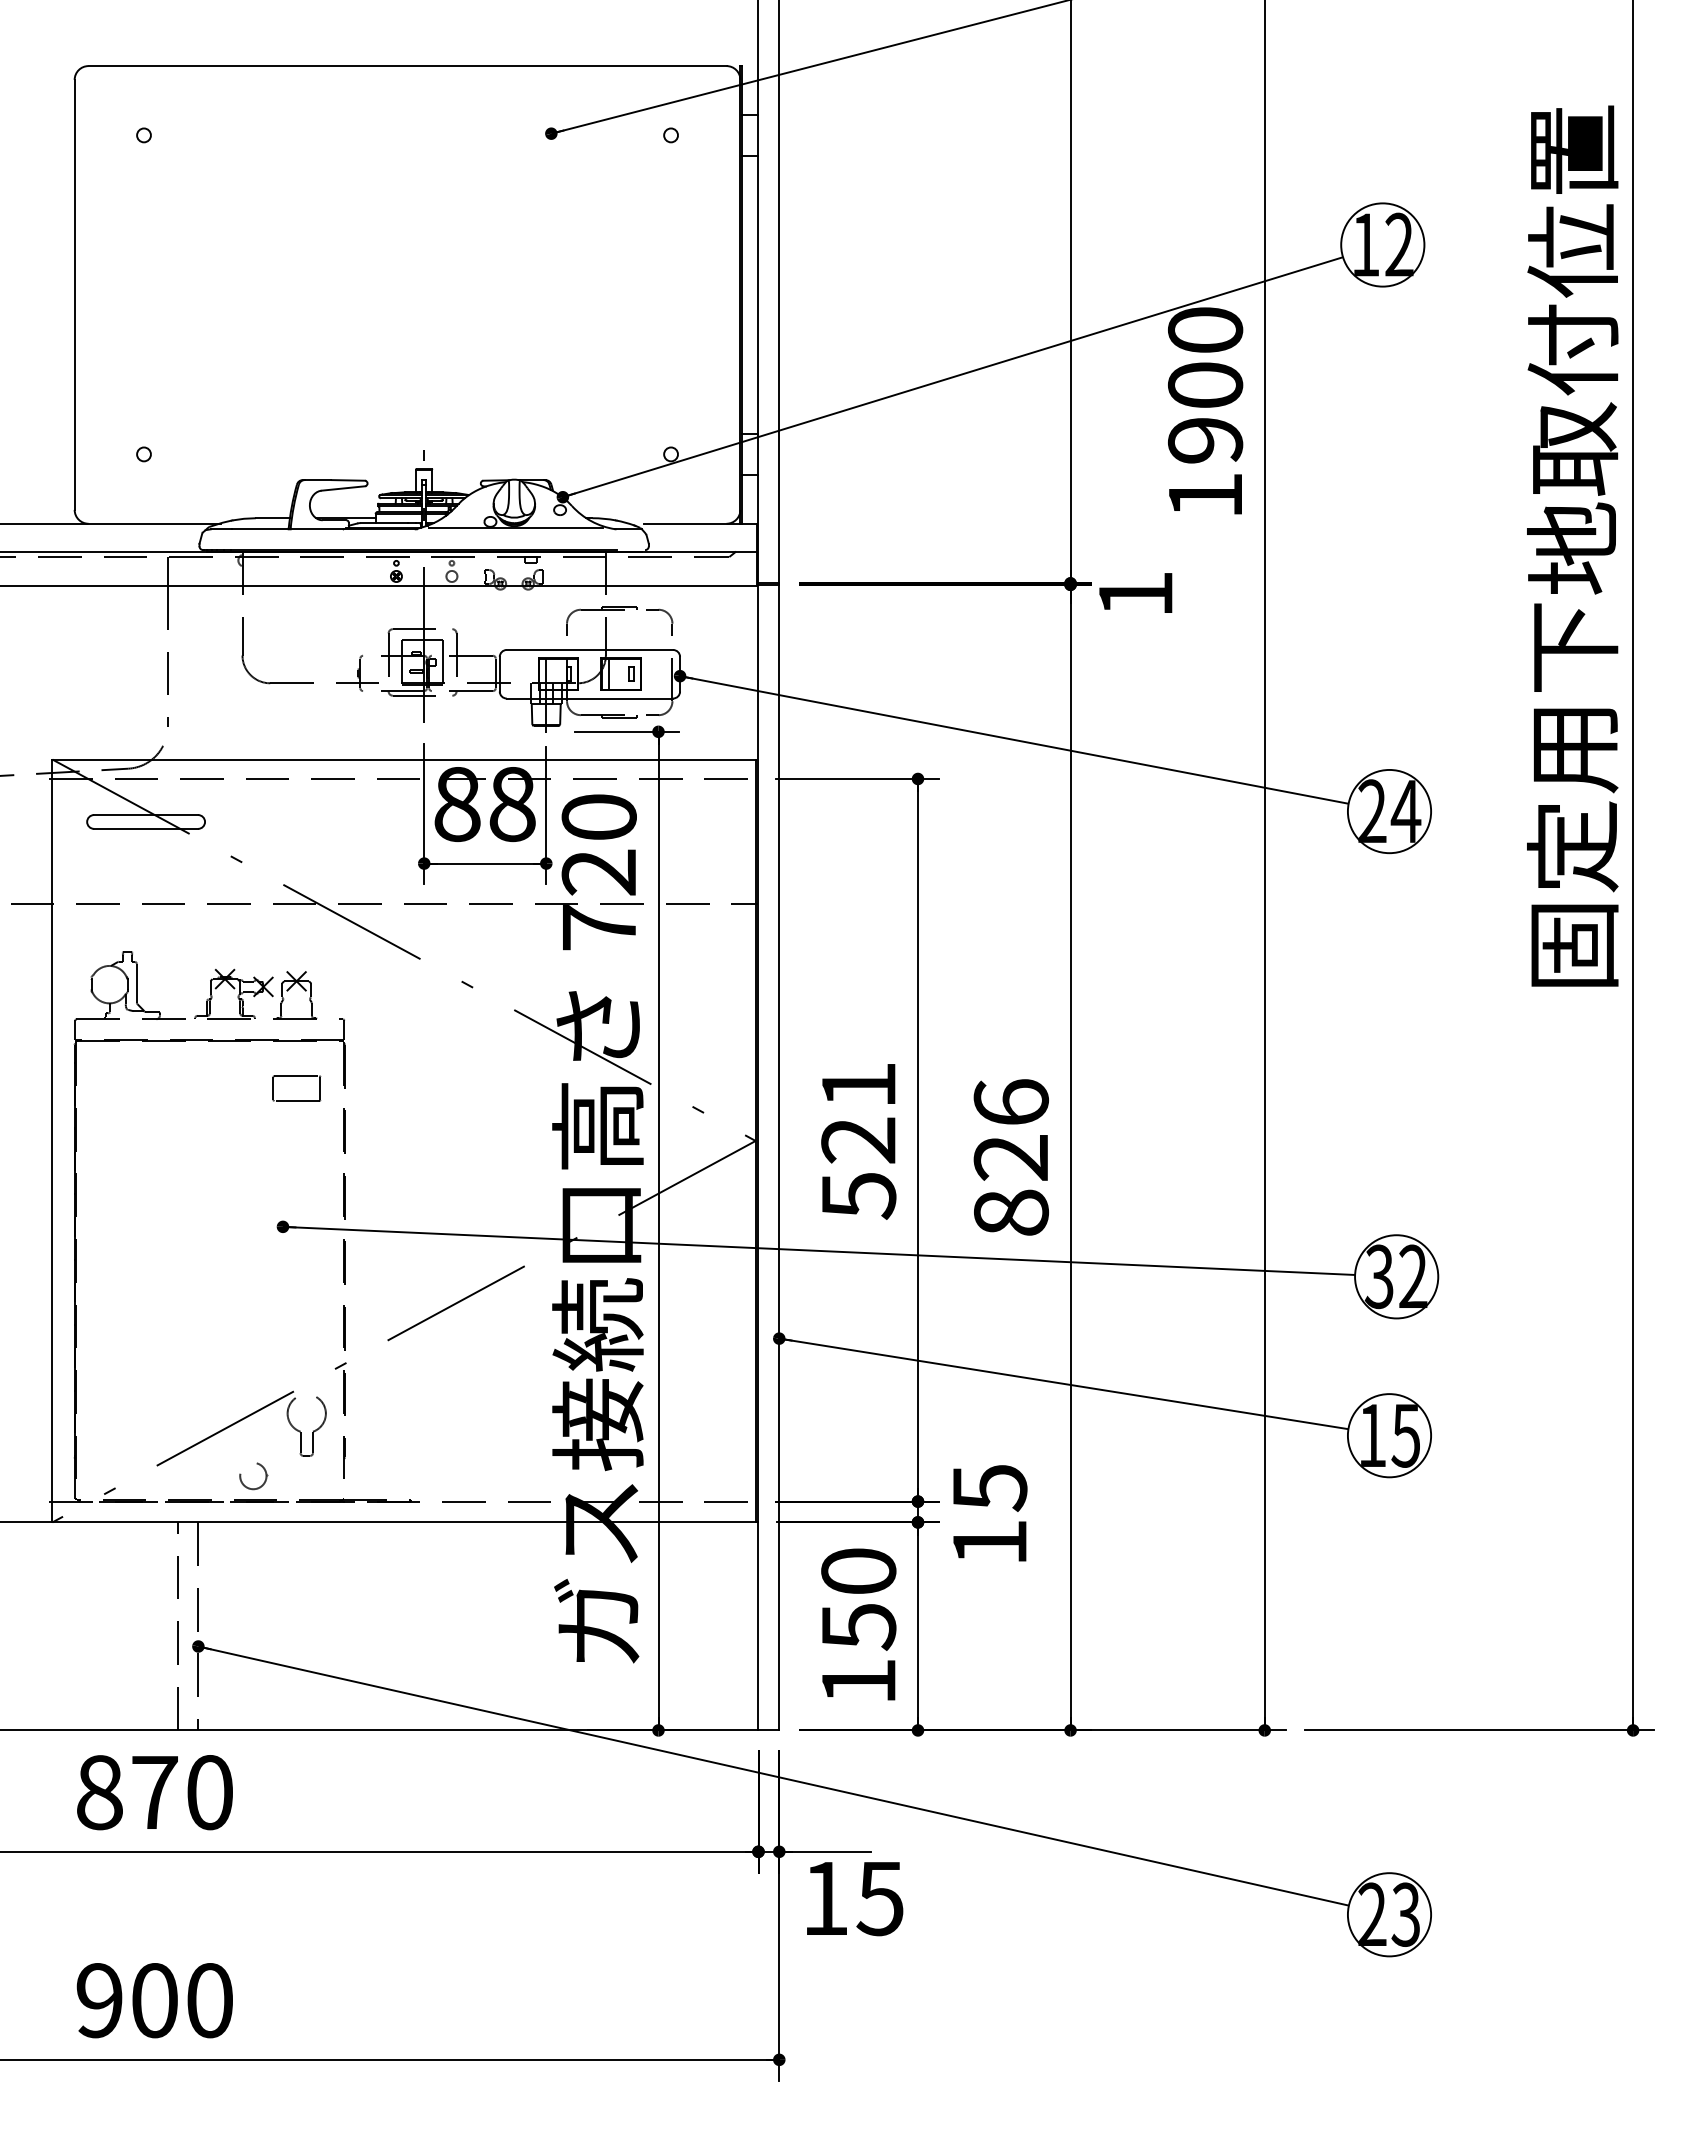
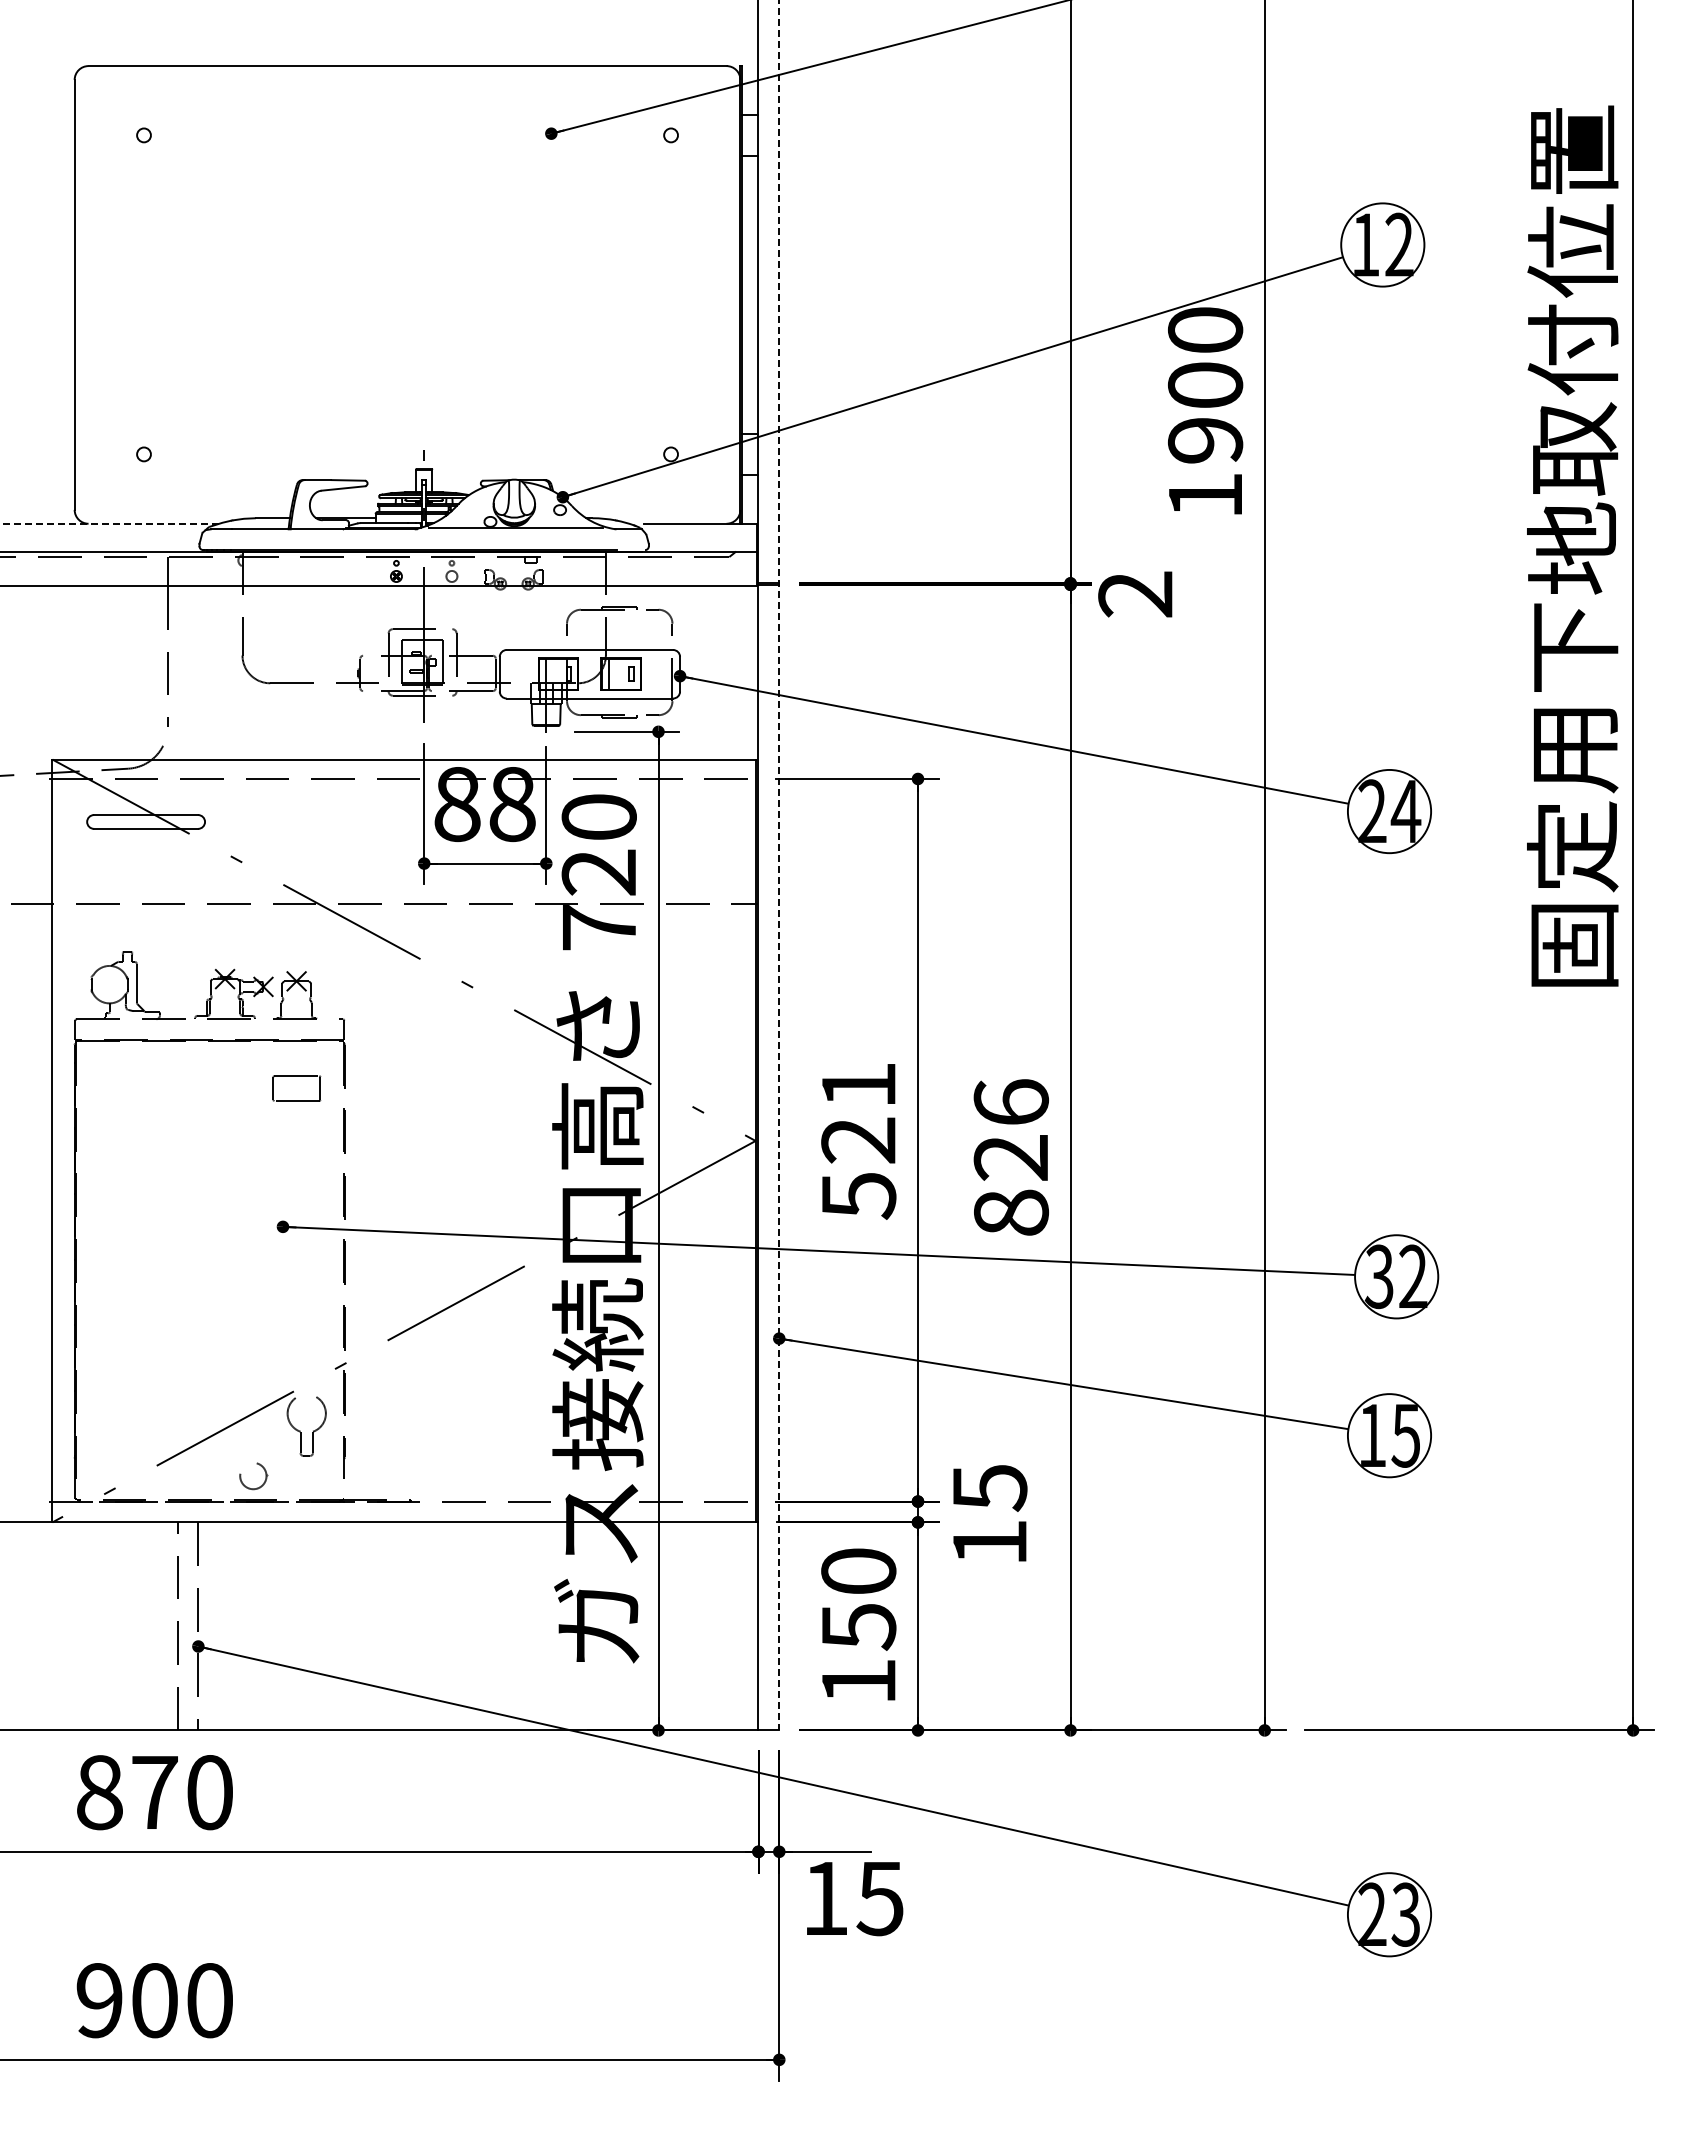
line at (111, 523): solid -> dashed
text at (1135, 594): 1 -> 2
line at (779, 865): solid -> dashed
